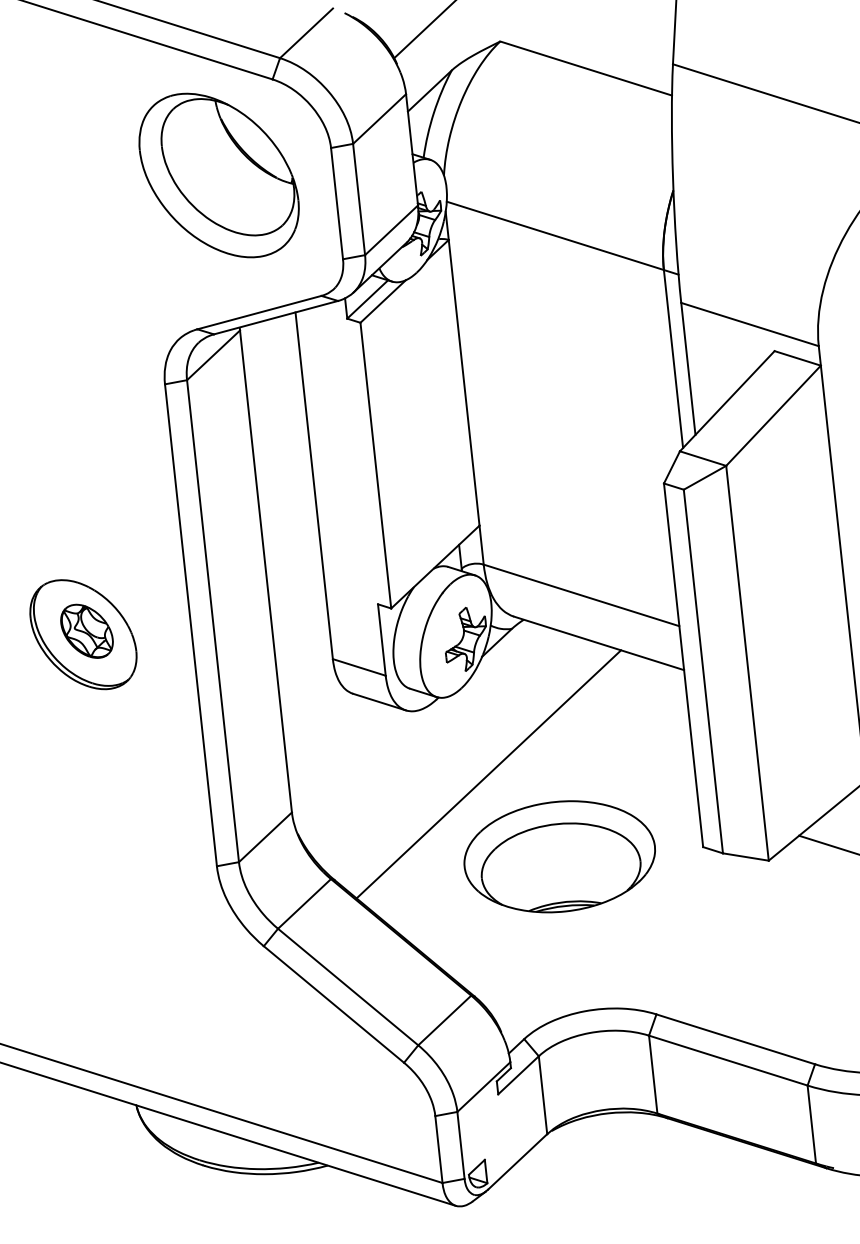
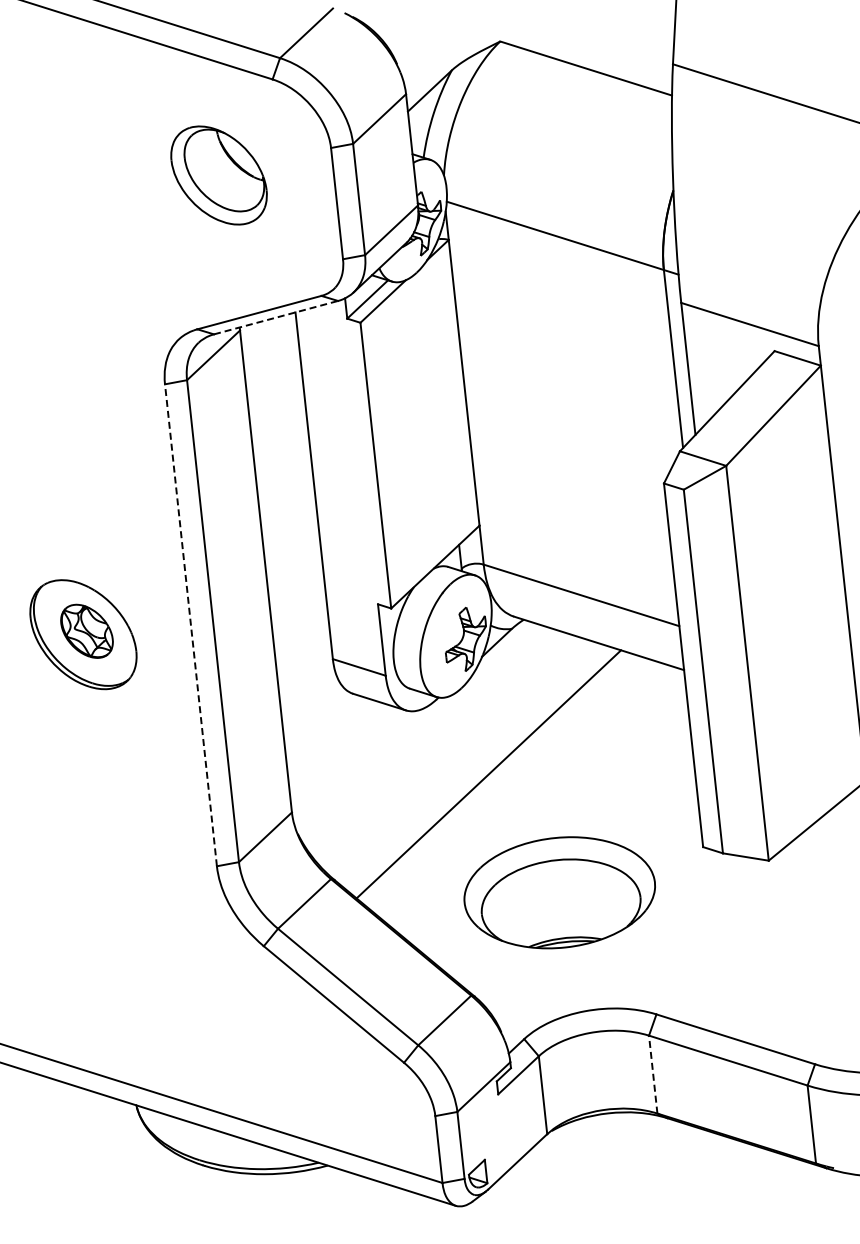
line at (424, 30): present -> none
part at (218, 175) size: 162x167 px -> 98x101 px
line at (276, 317): solid -> dashed
line at (190, 624): solid -> dashed
line at (827, 844): present -> none
part at (559, 856) position: (559, 856) -> (559, 892)
line at (653, 1074): solid -> dashed
